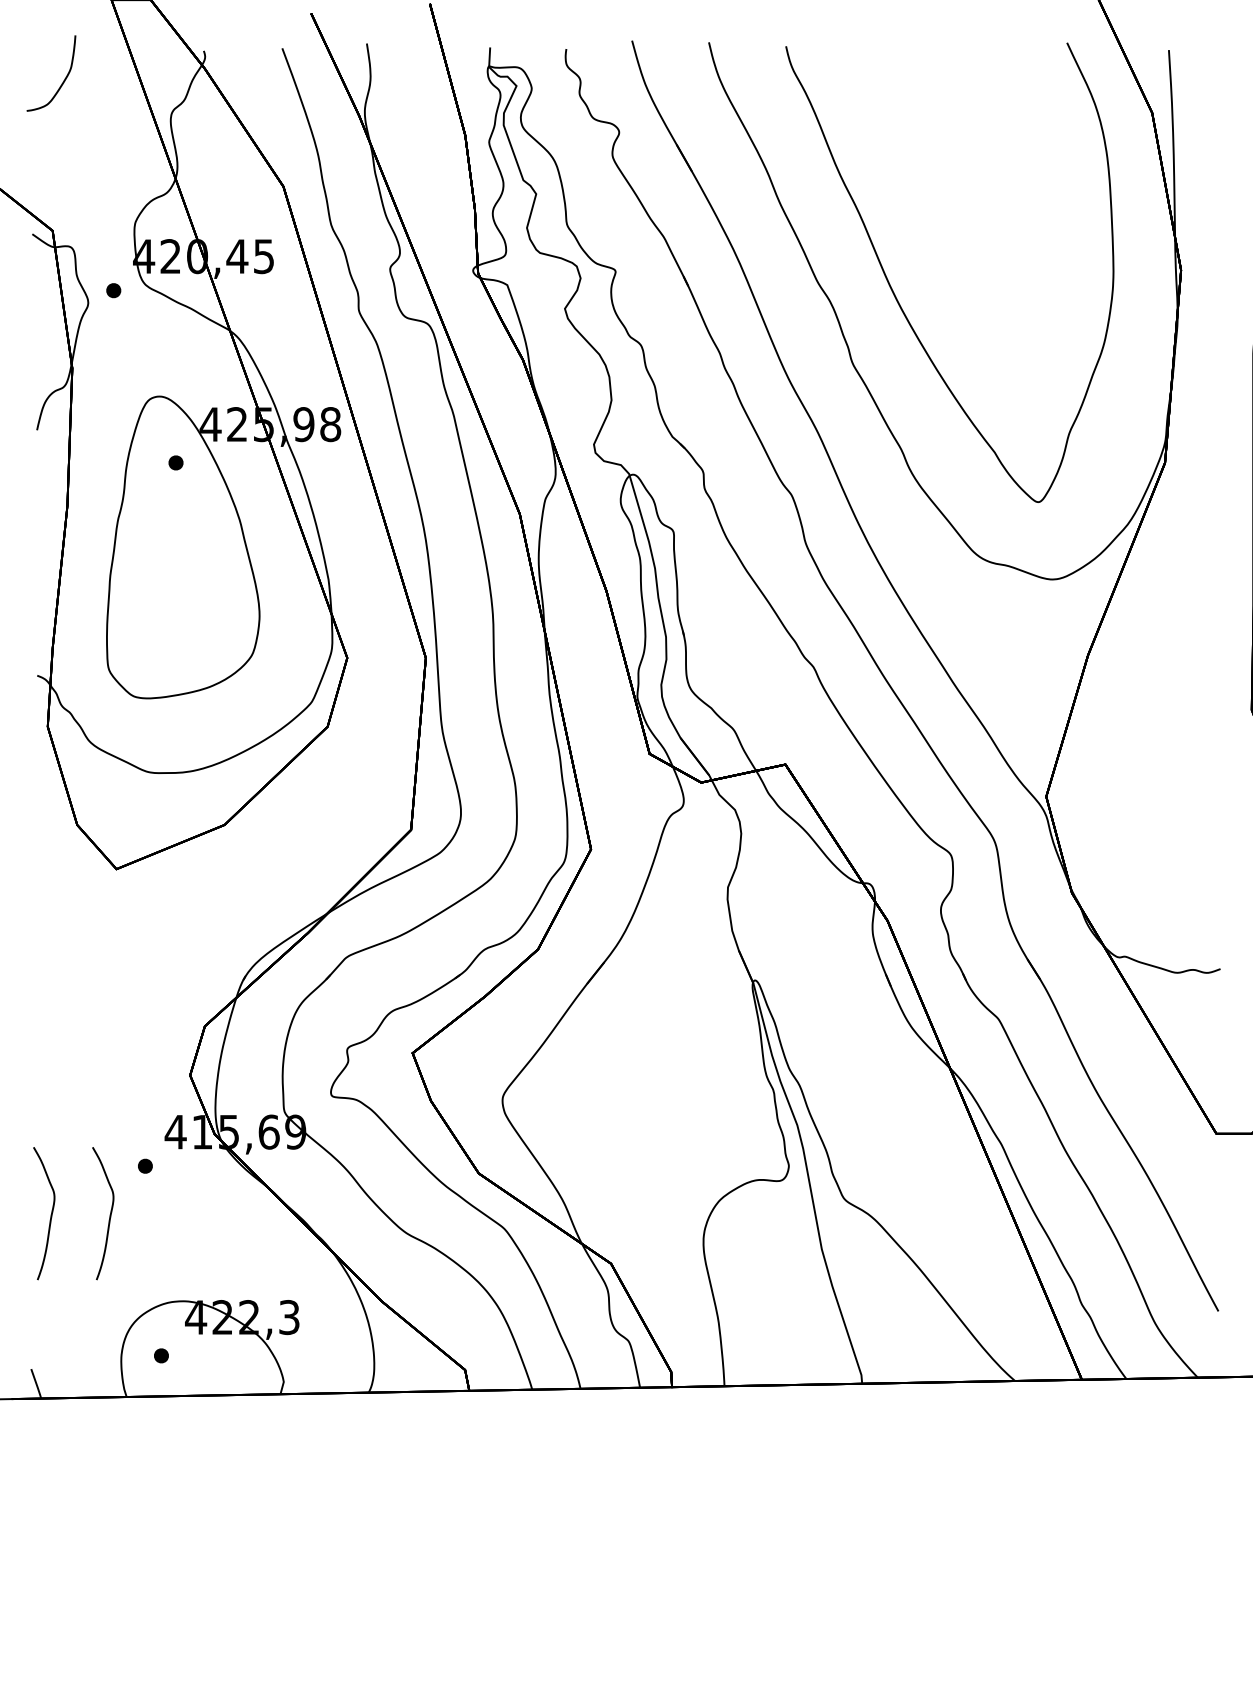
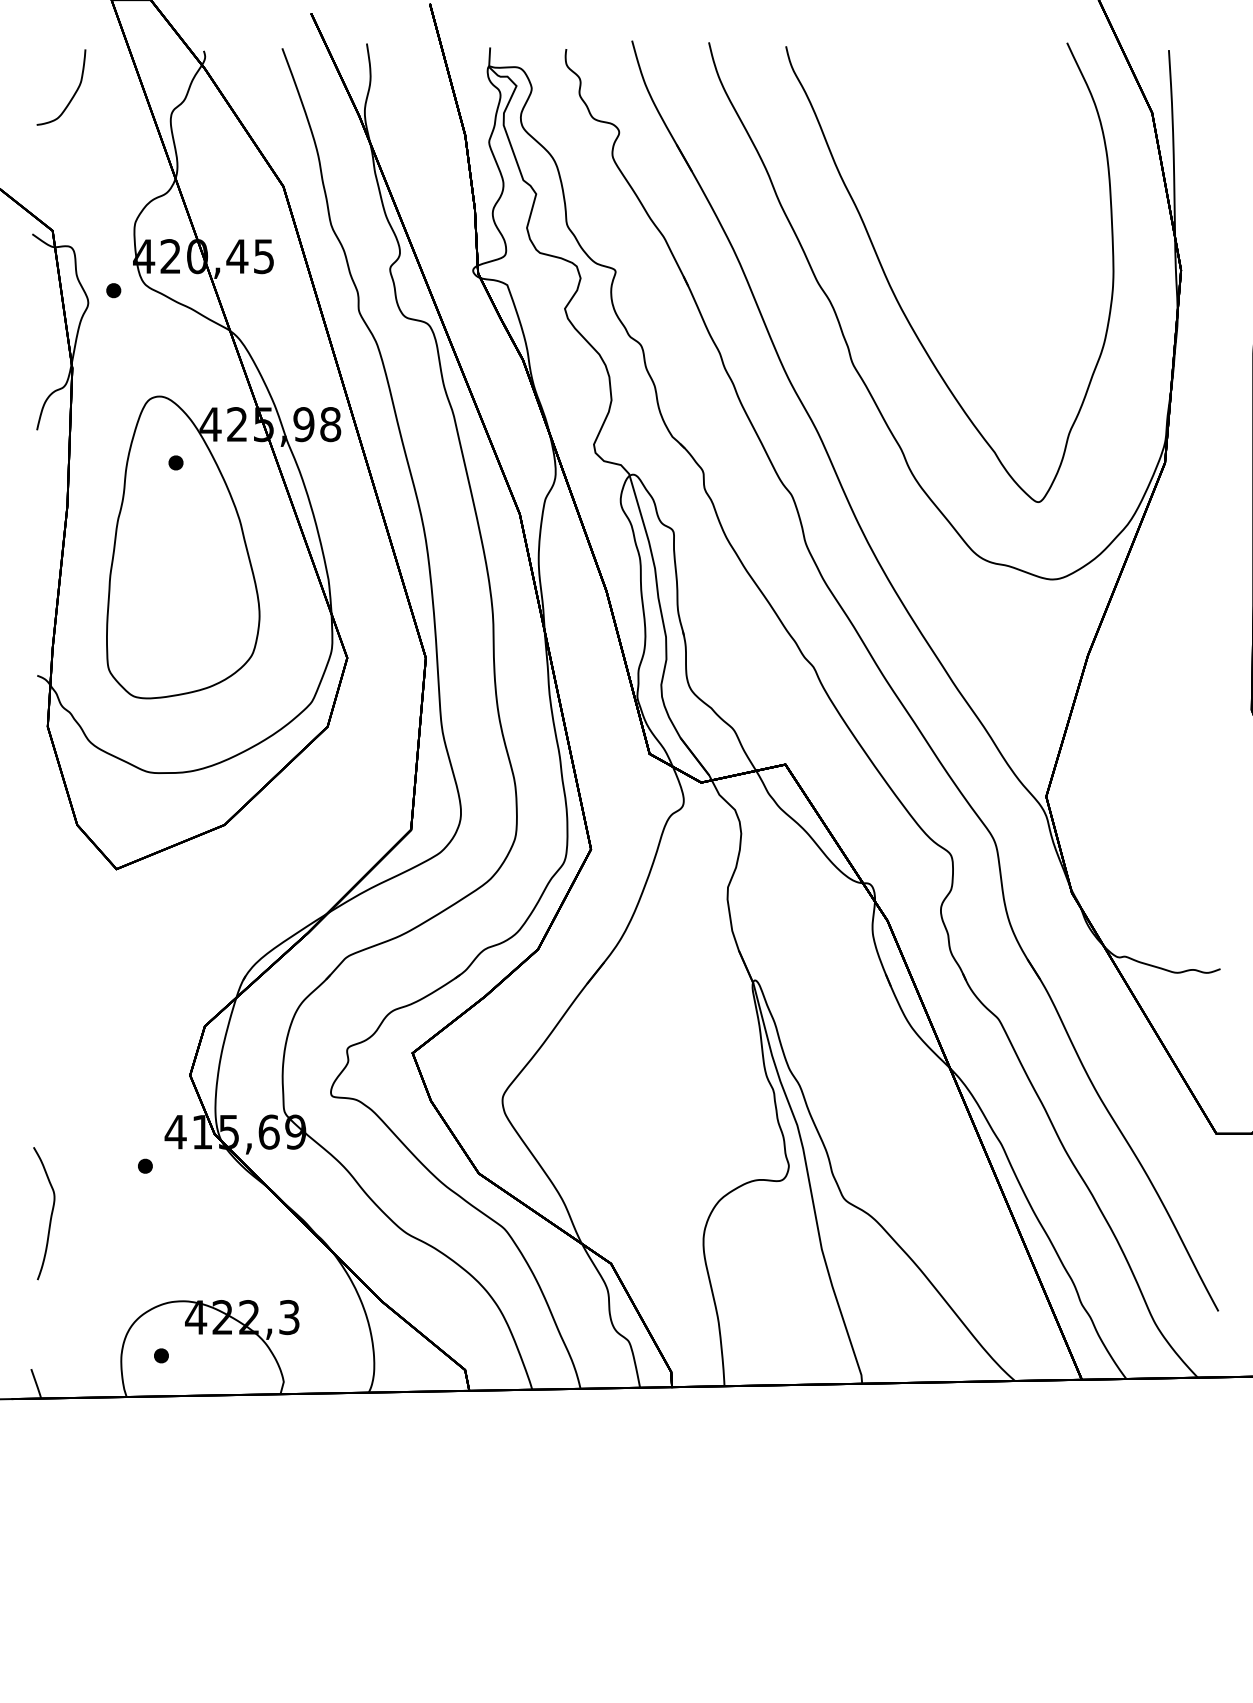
curve at (63, 80) position: (63, 80) -> (73, 94)
curve at (109, 1214): present -> none
